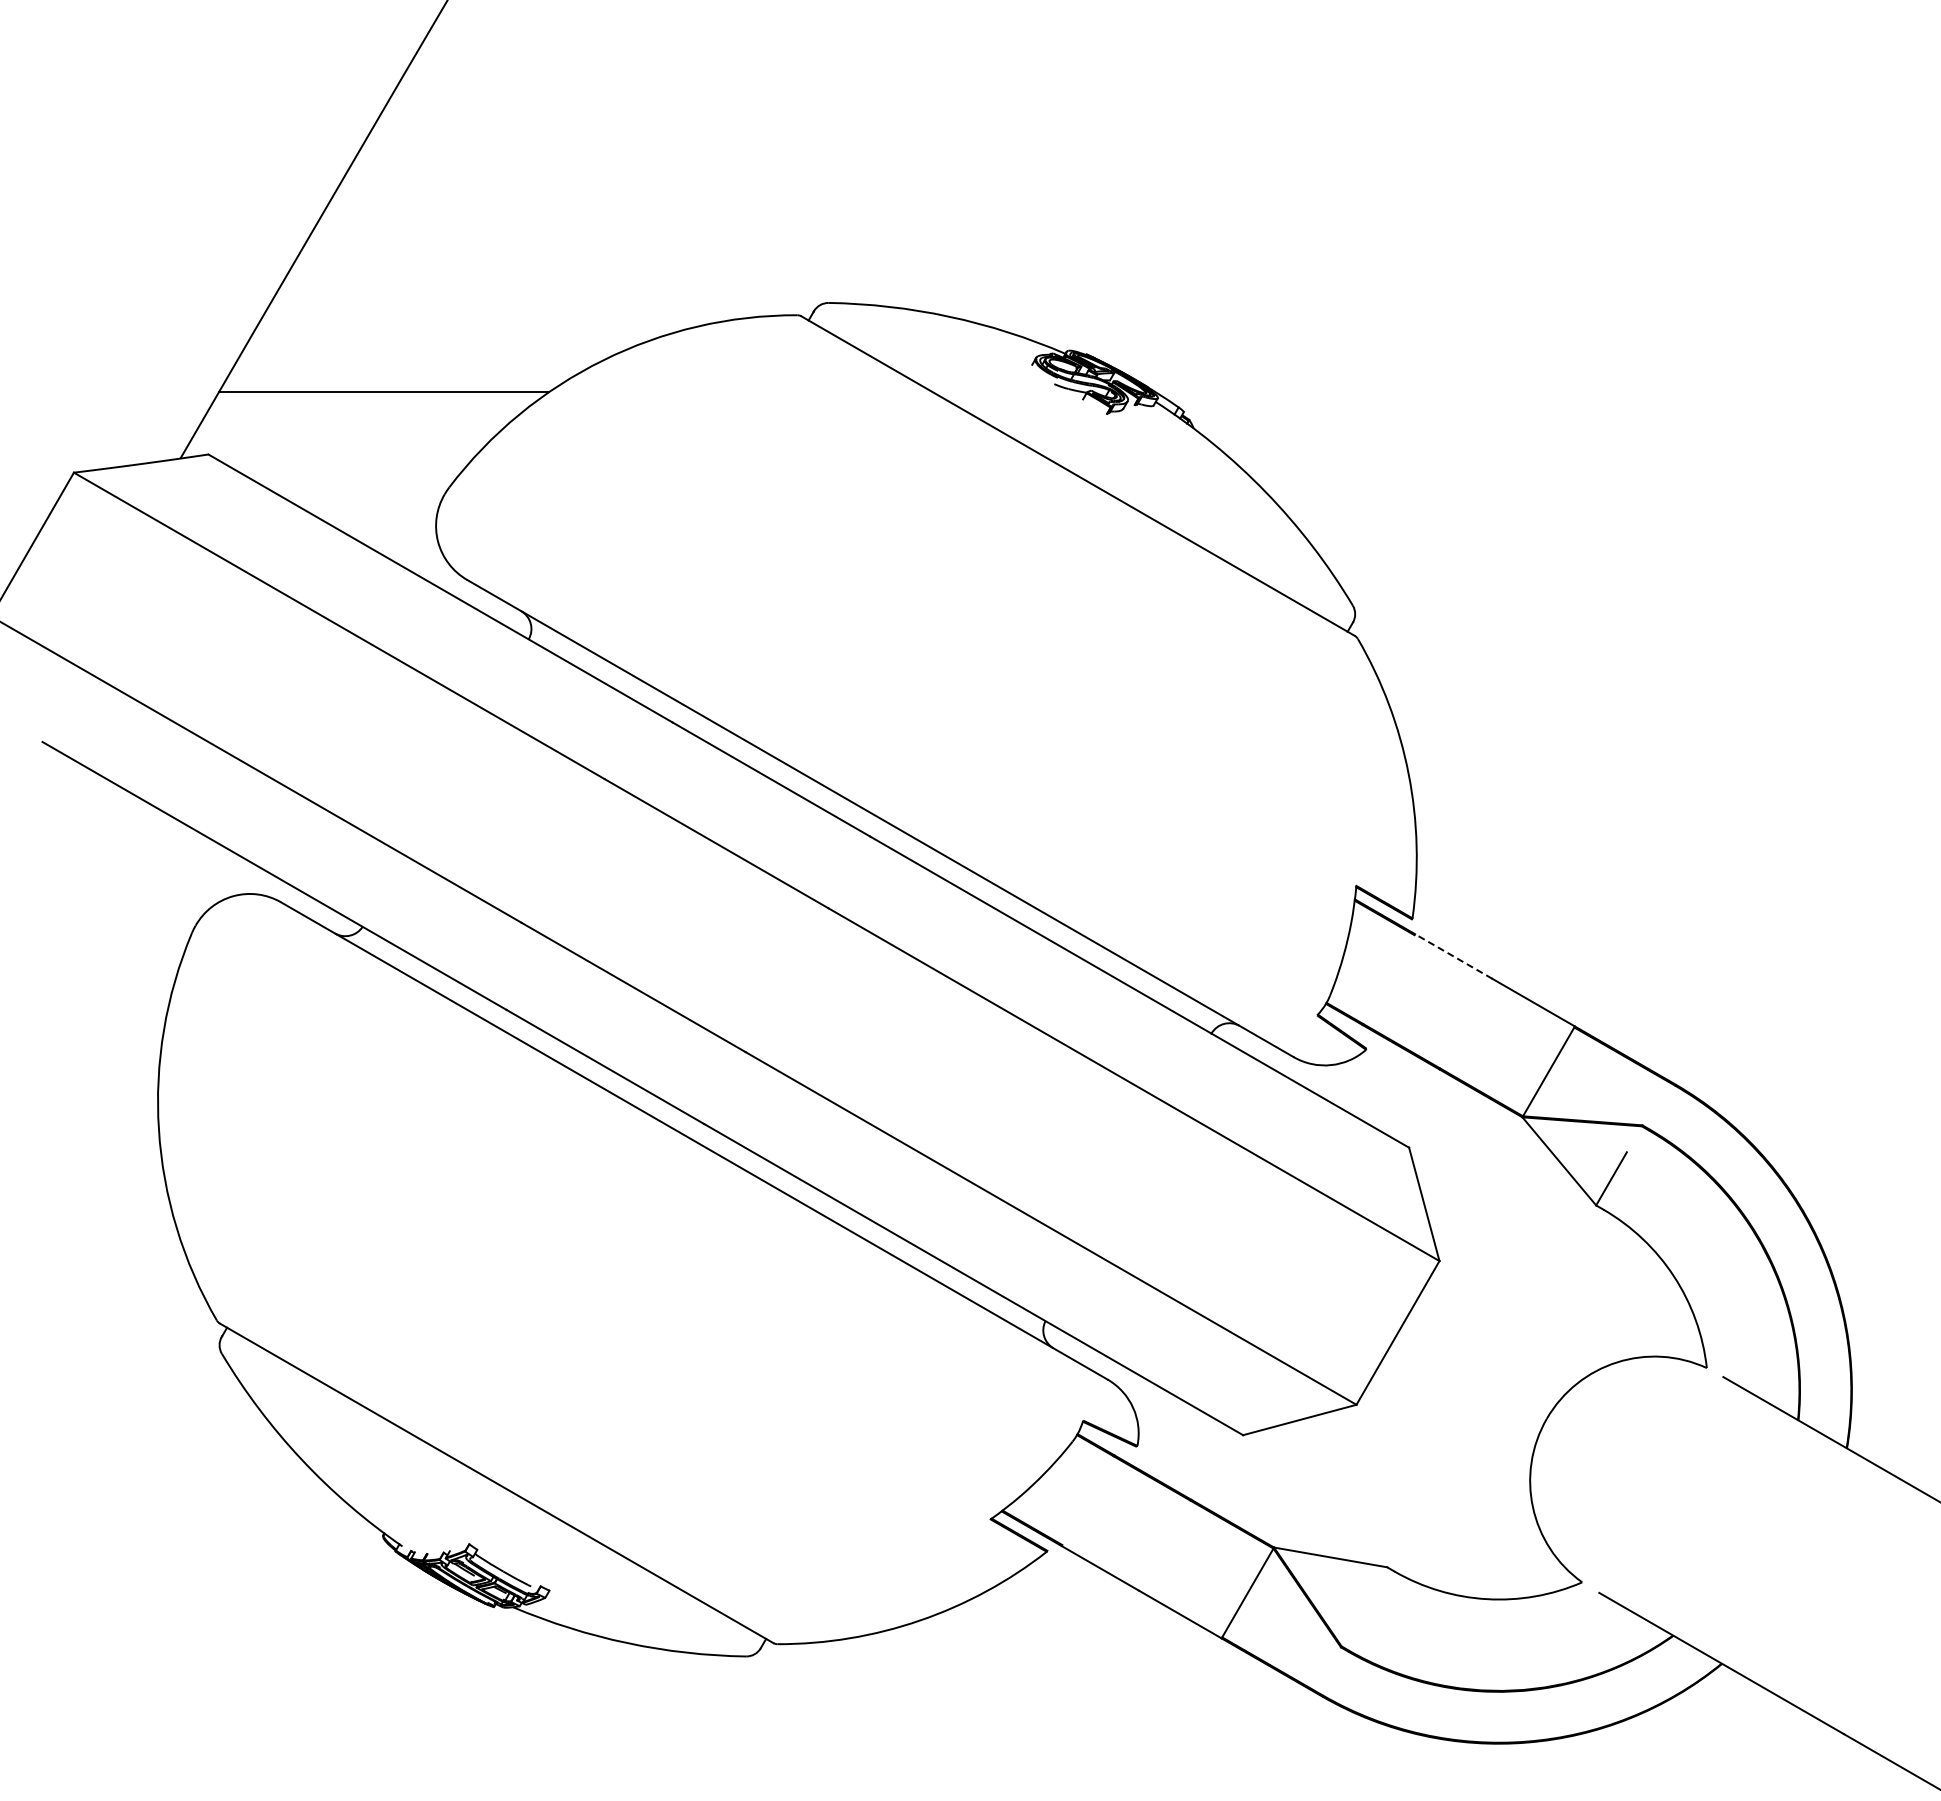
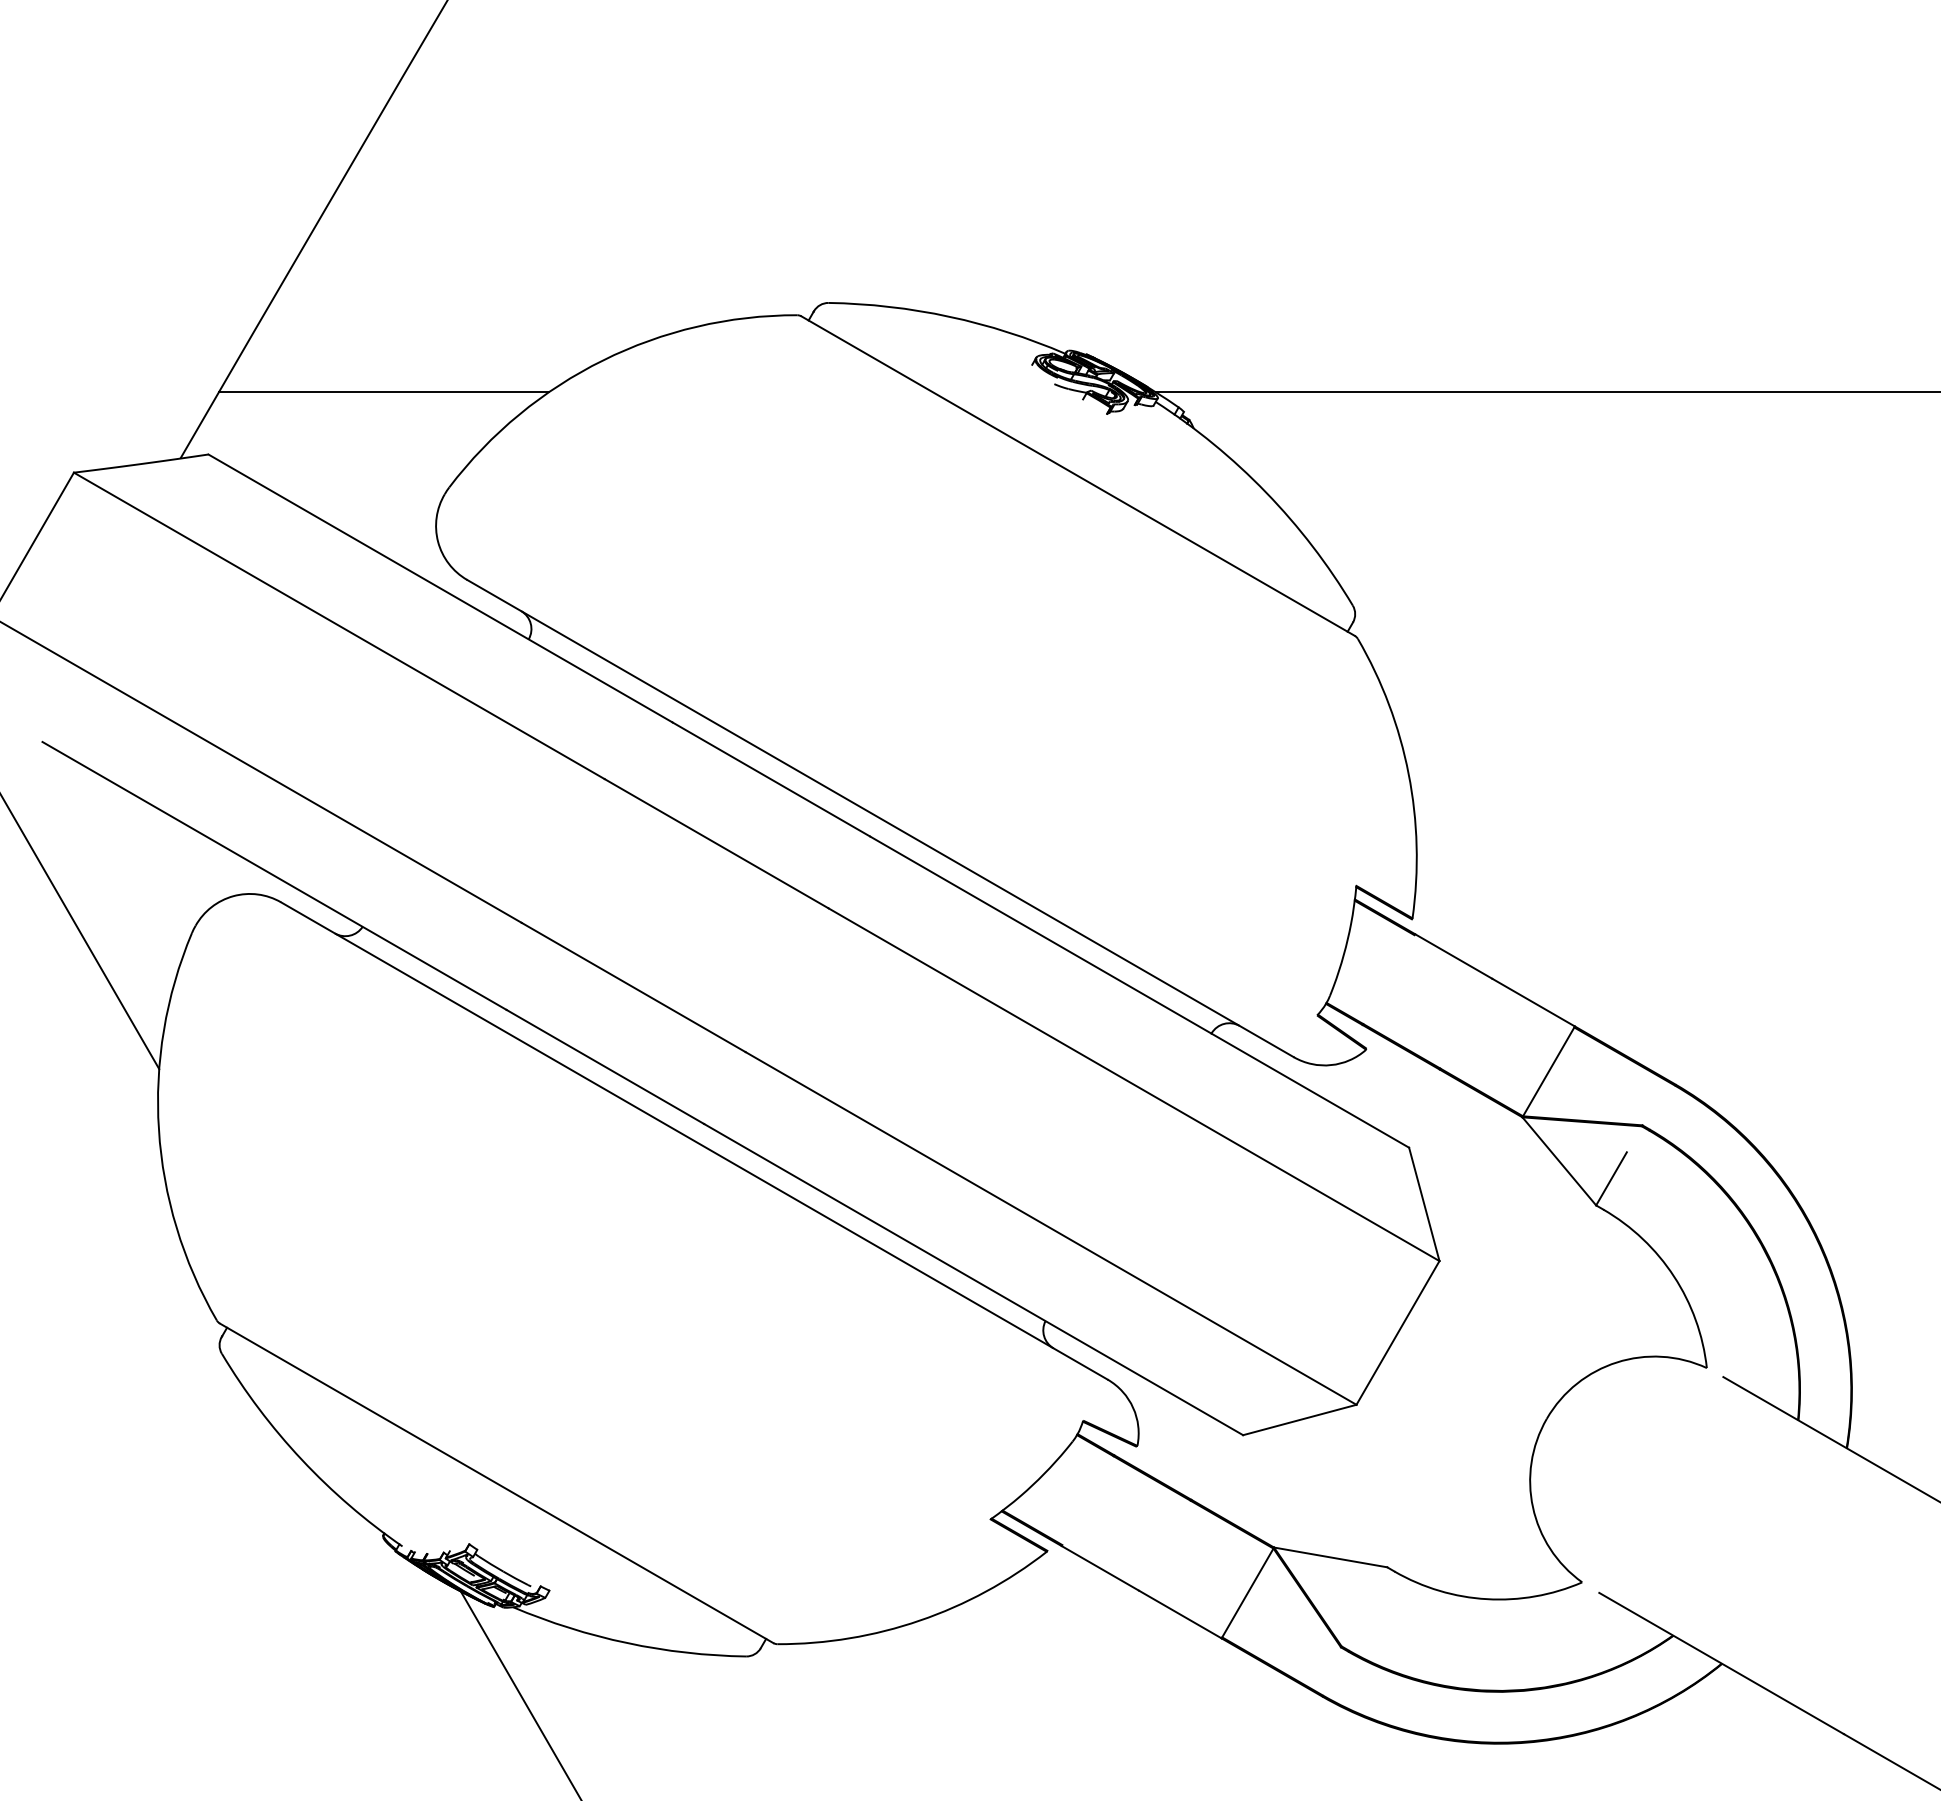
line at (1546, 392): none -> present
line at (80, 933): none -> present
line at (1453, 956): dashed -> solid
line at (519, 1694): none -> present
